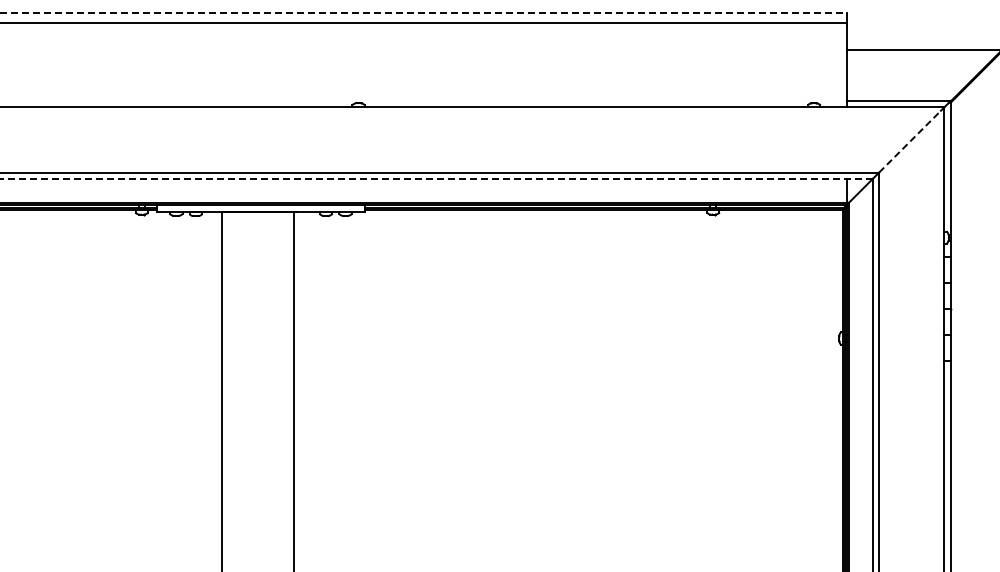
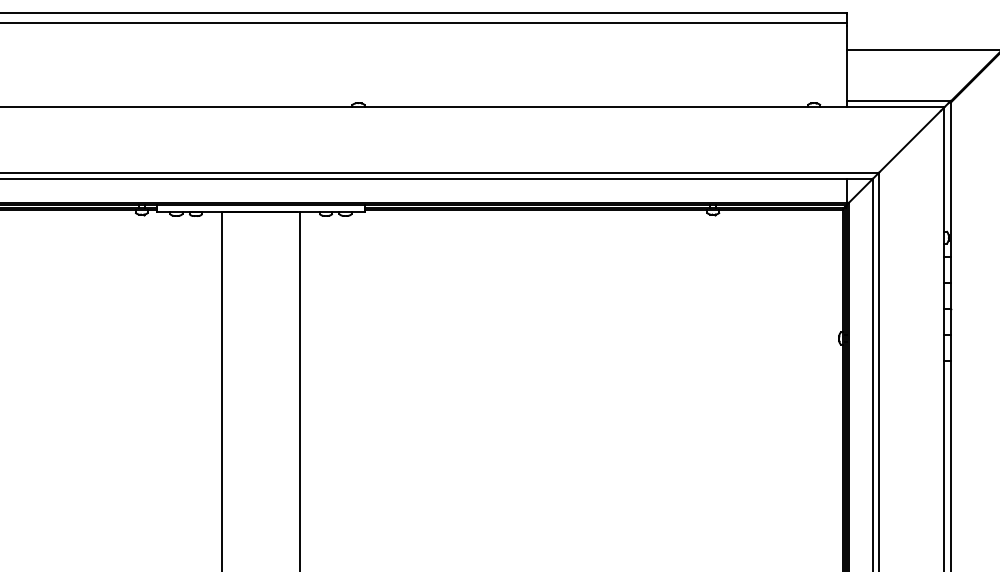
line at (423, 13): dashed -> solid
line at (910, 141): dashed -> solid
line at (436, 179): dashed -> solid
line at (293, 389) position: (293, 389) -> (299, 389)
